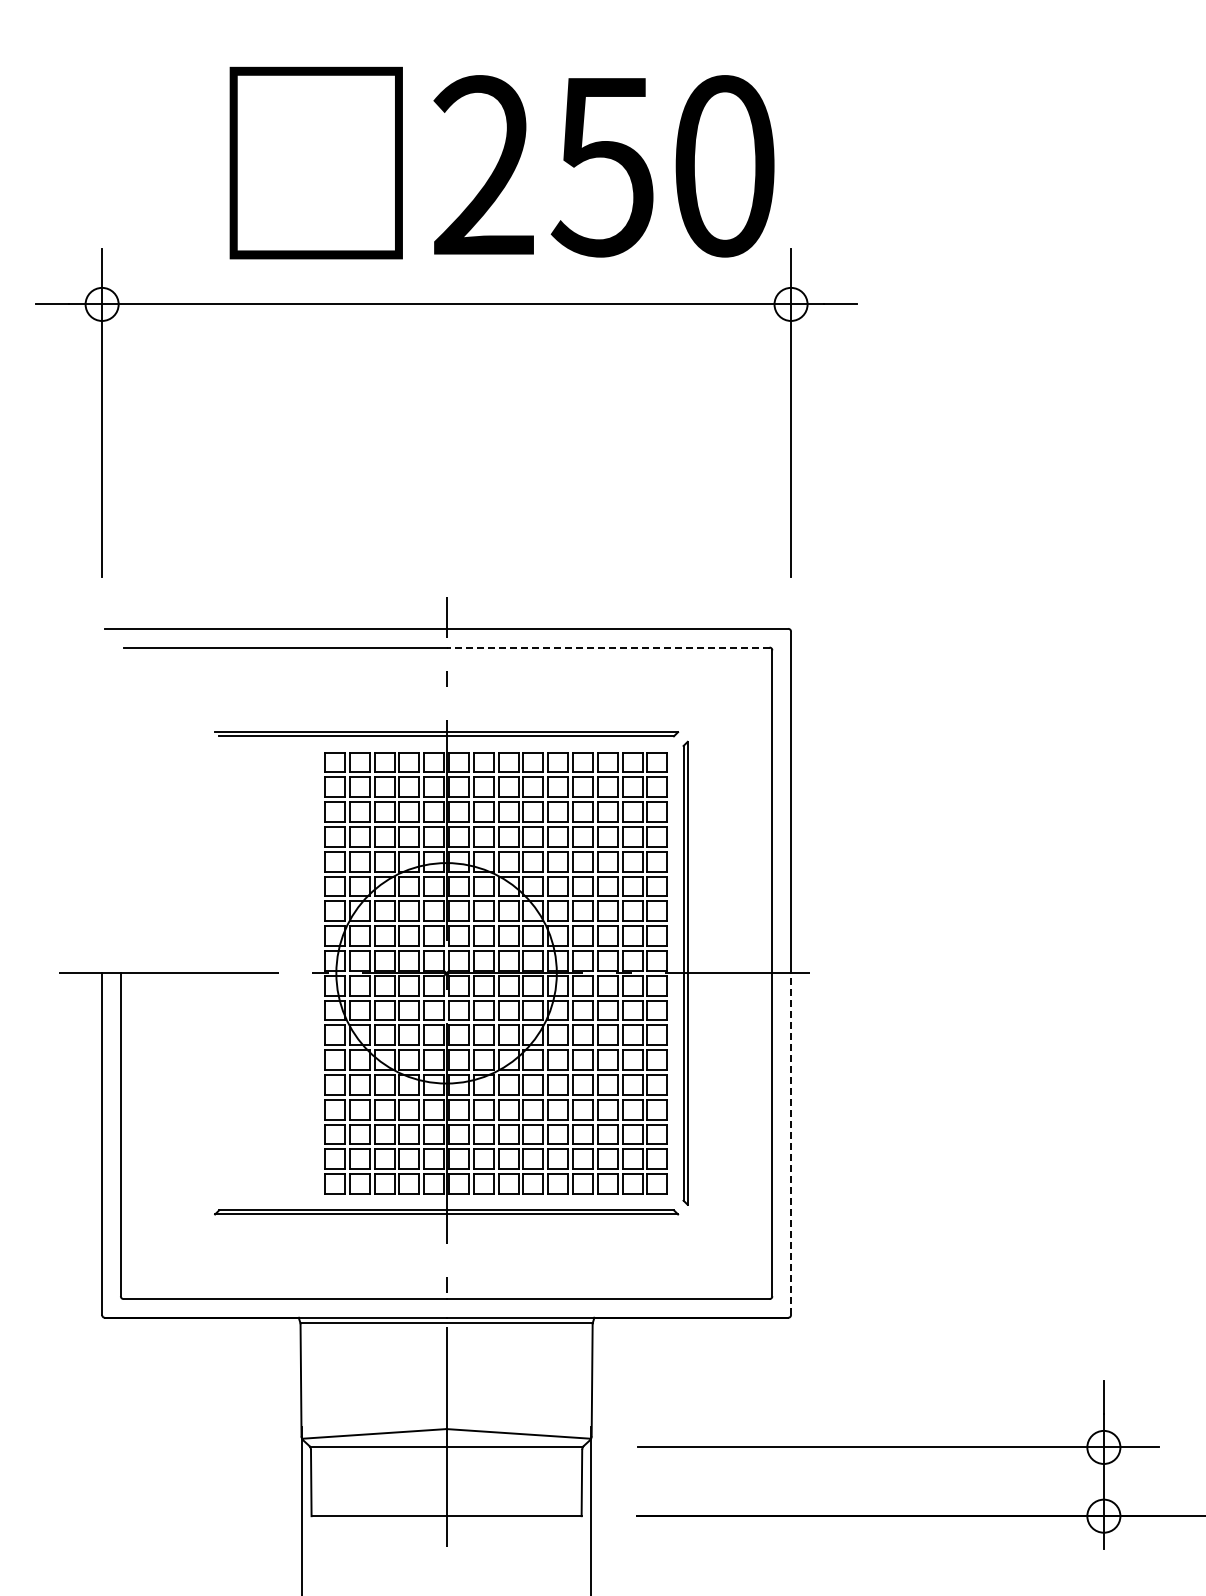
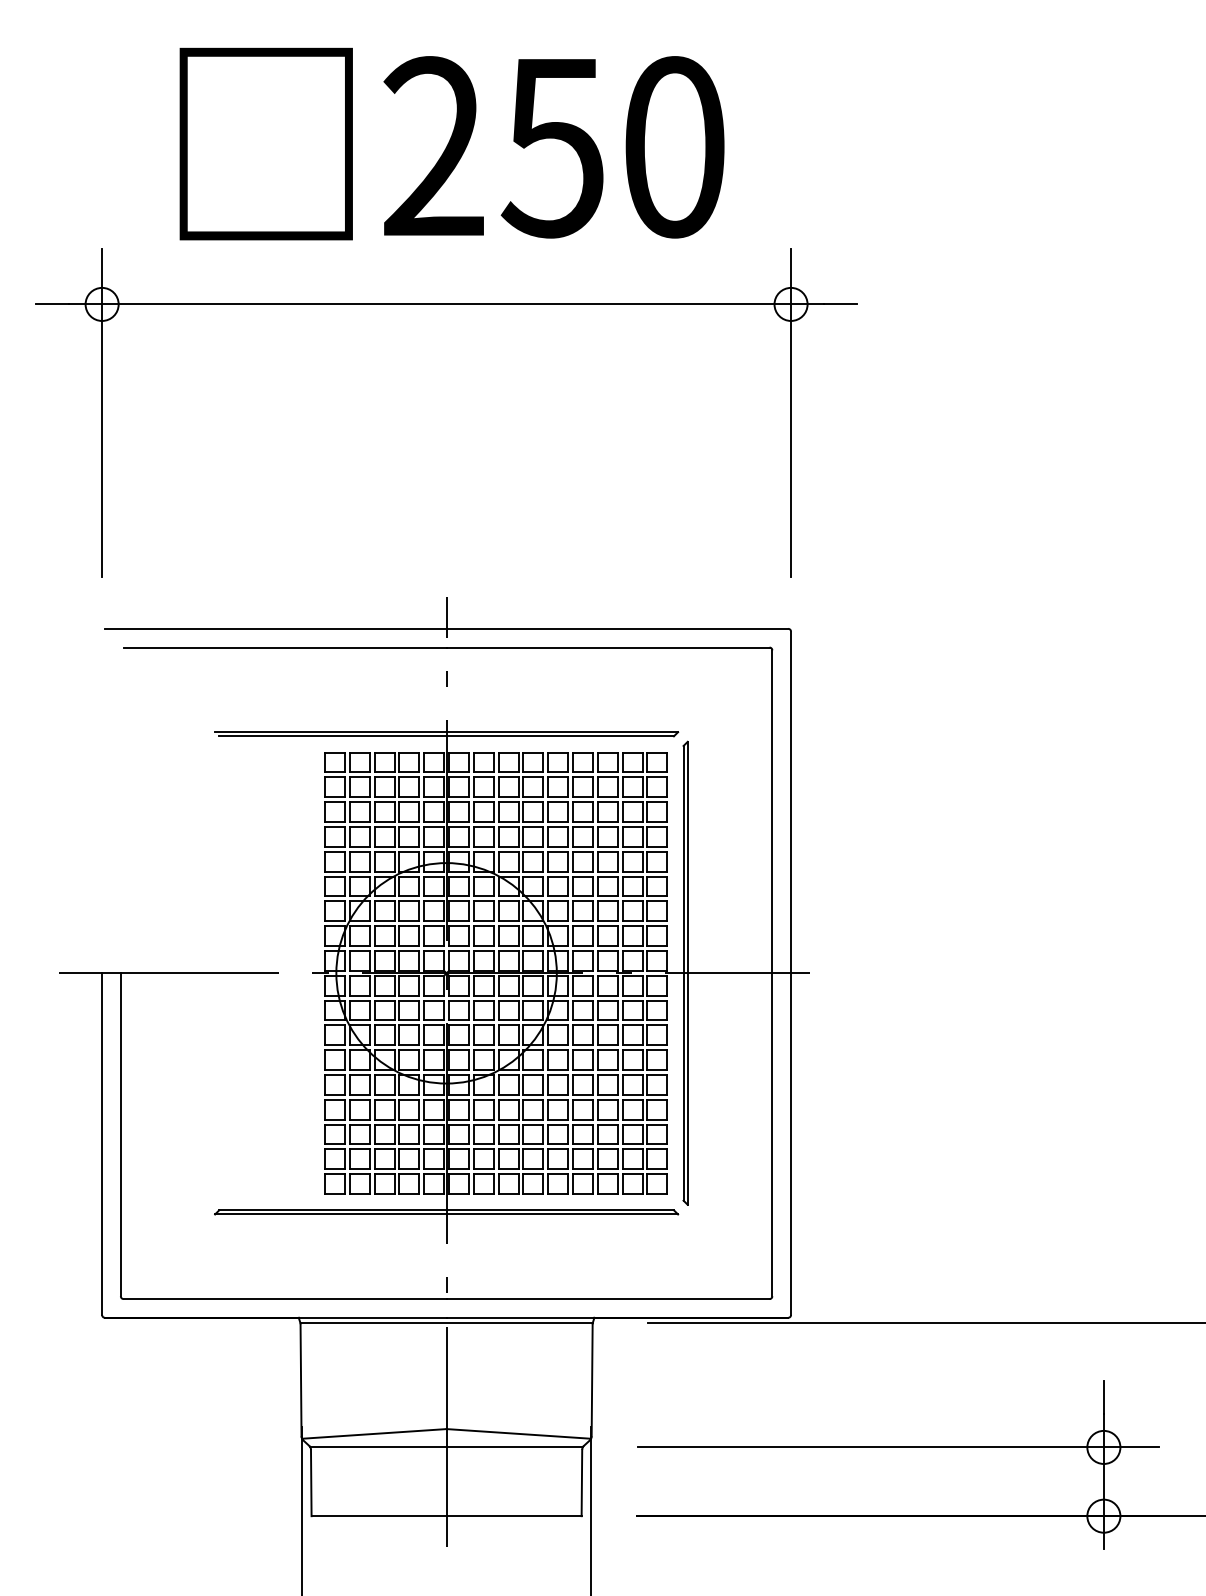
text at (501, 162) position: (501, 162) -> (451, 143)
line at (607, 647): dashed -> solid
line at (791, 1144): dashed -> solid
line at (924, 1323): none -> present
